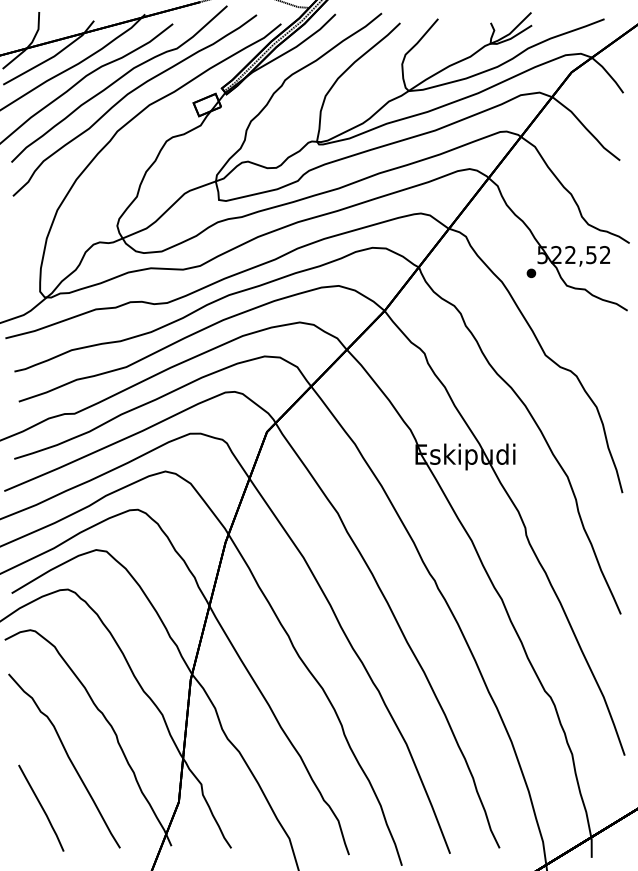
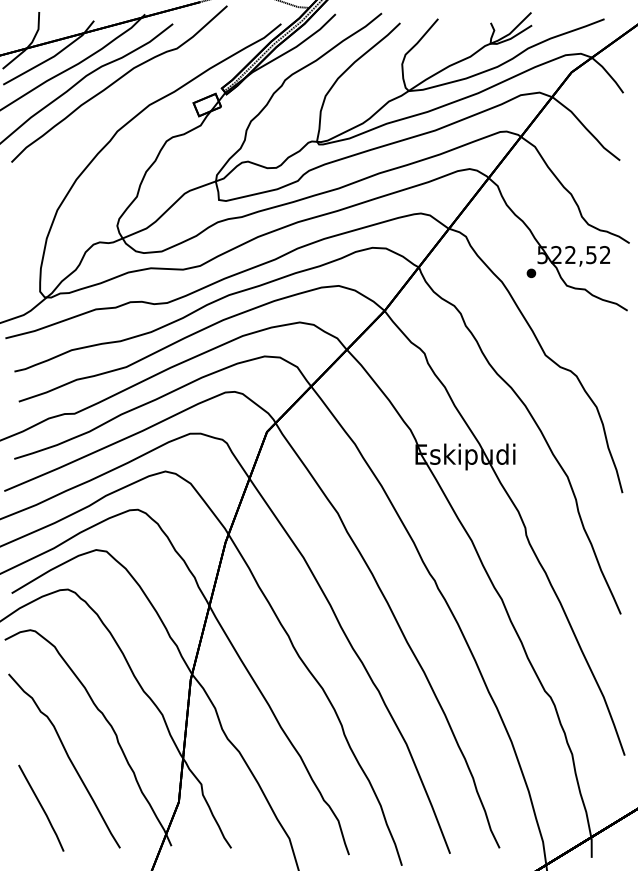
curve at (126, 96): present -> none
